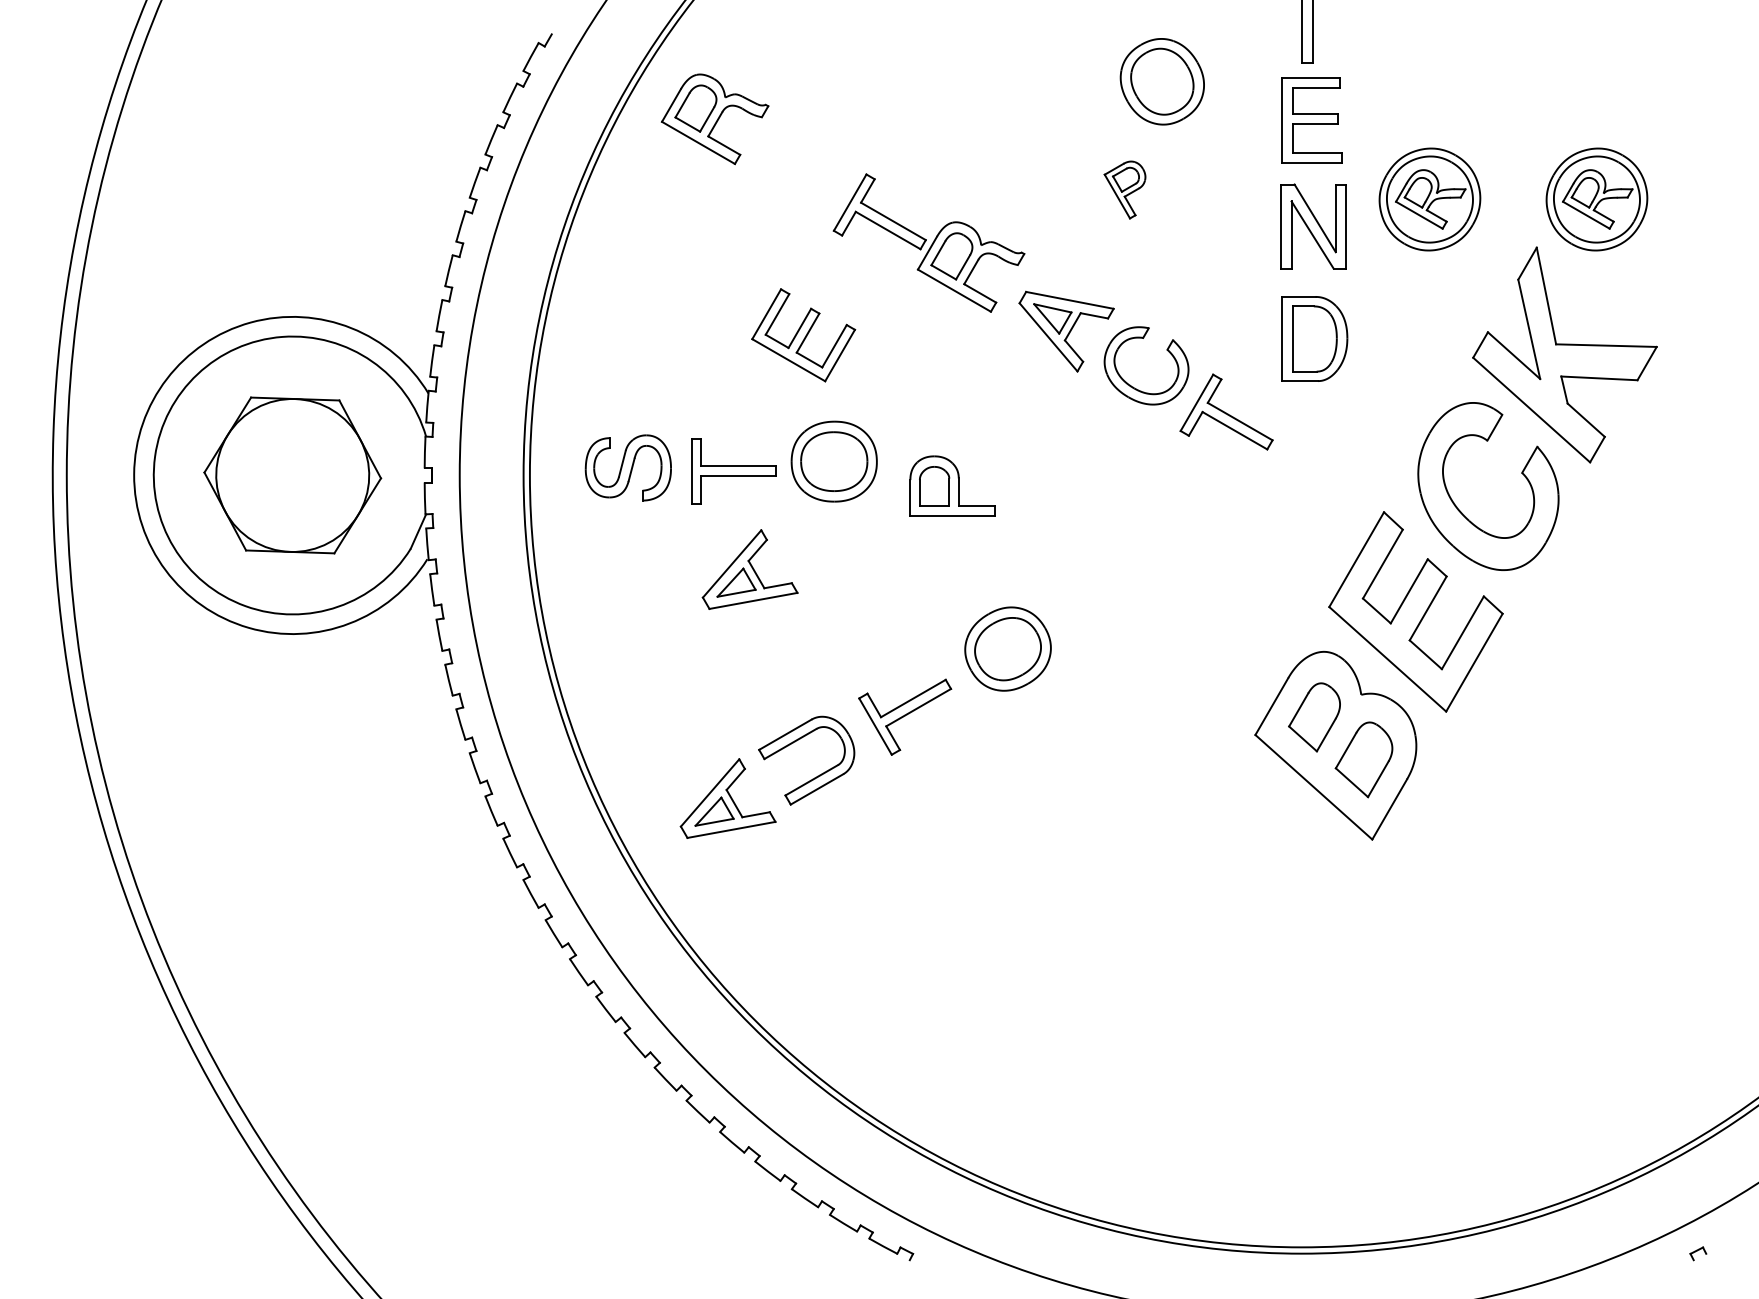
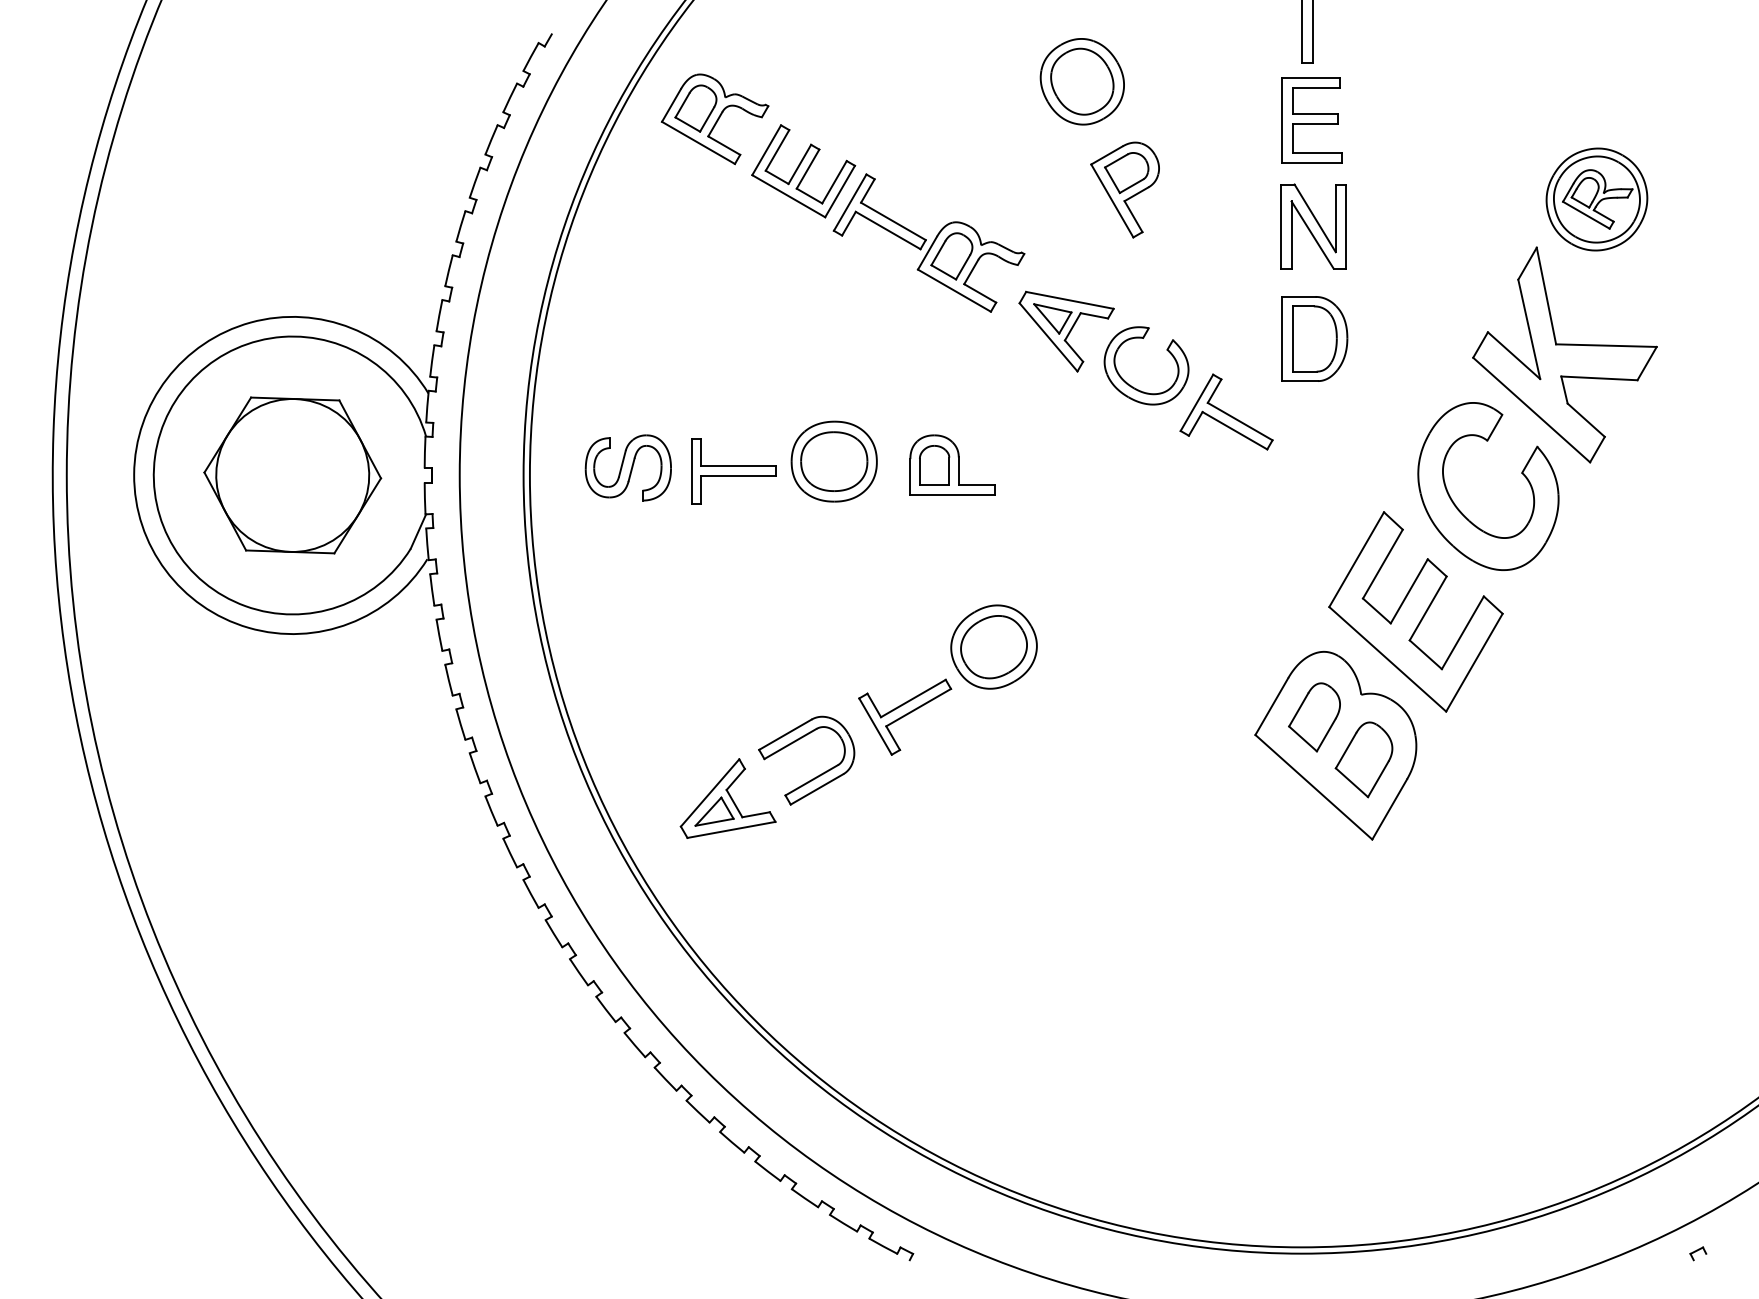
part at (1161, 81) position: (1161, 81) -> (1081, 81)
part at (1124, 189) size: 44x60 px -> 70x98 px
part at (1429, 199): present -> none
part at (803, 335) position: (803, 335) -> (803, 171)
part at (952, 485) position: (952, 485) -> (952, 464)
part at (749, 569): present -> none
part at (1007, 648) position: (1007, 648) -> (993, 646)
